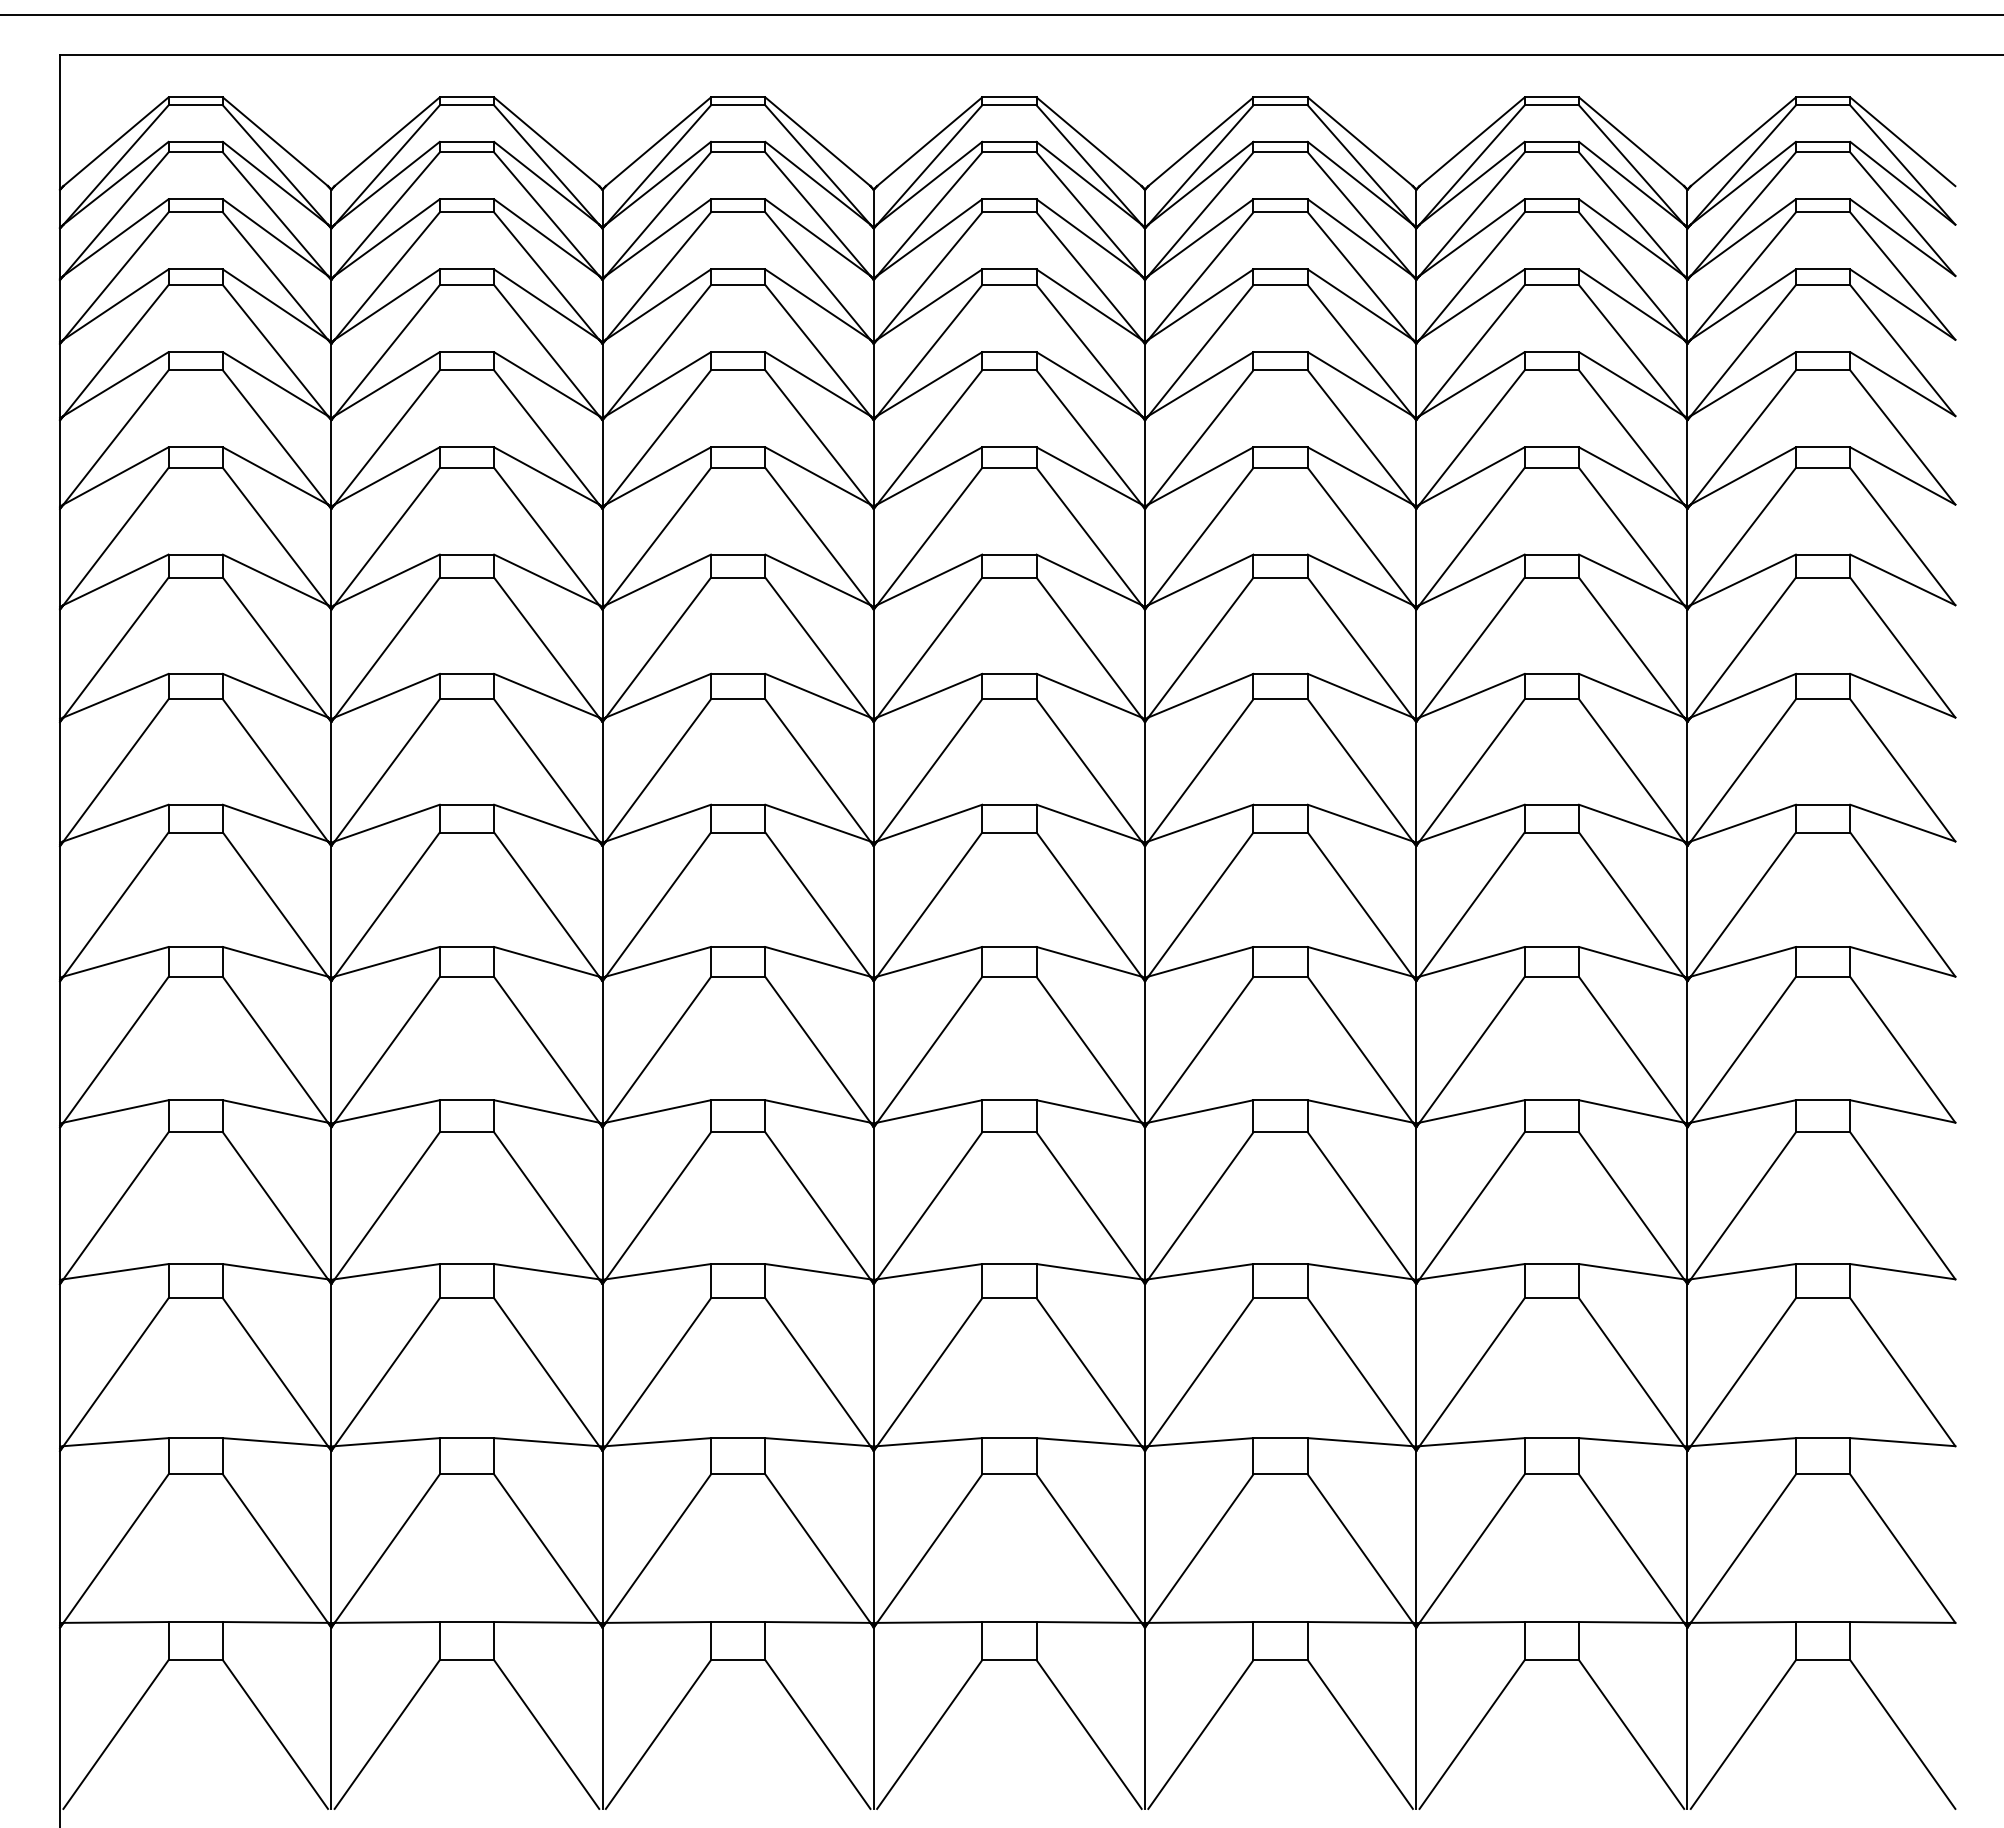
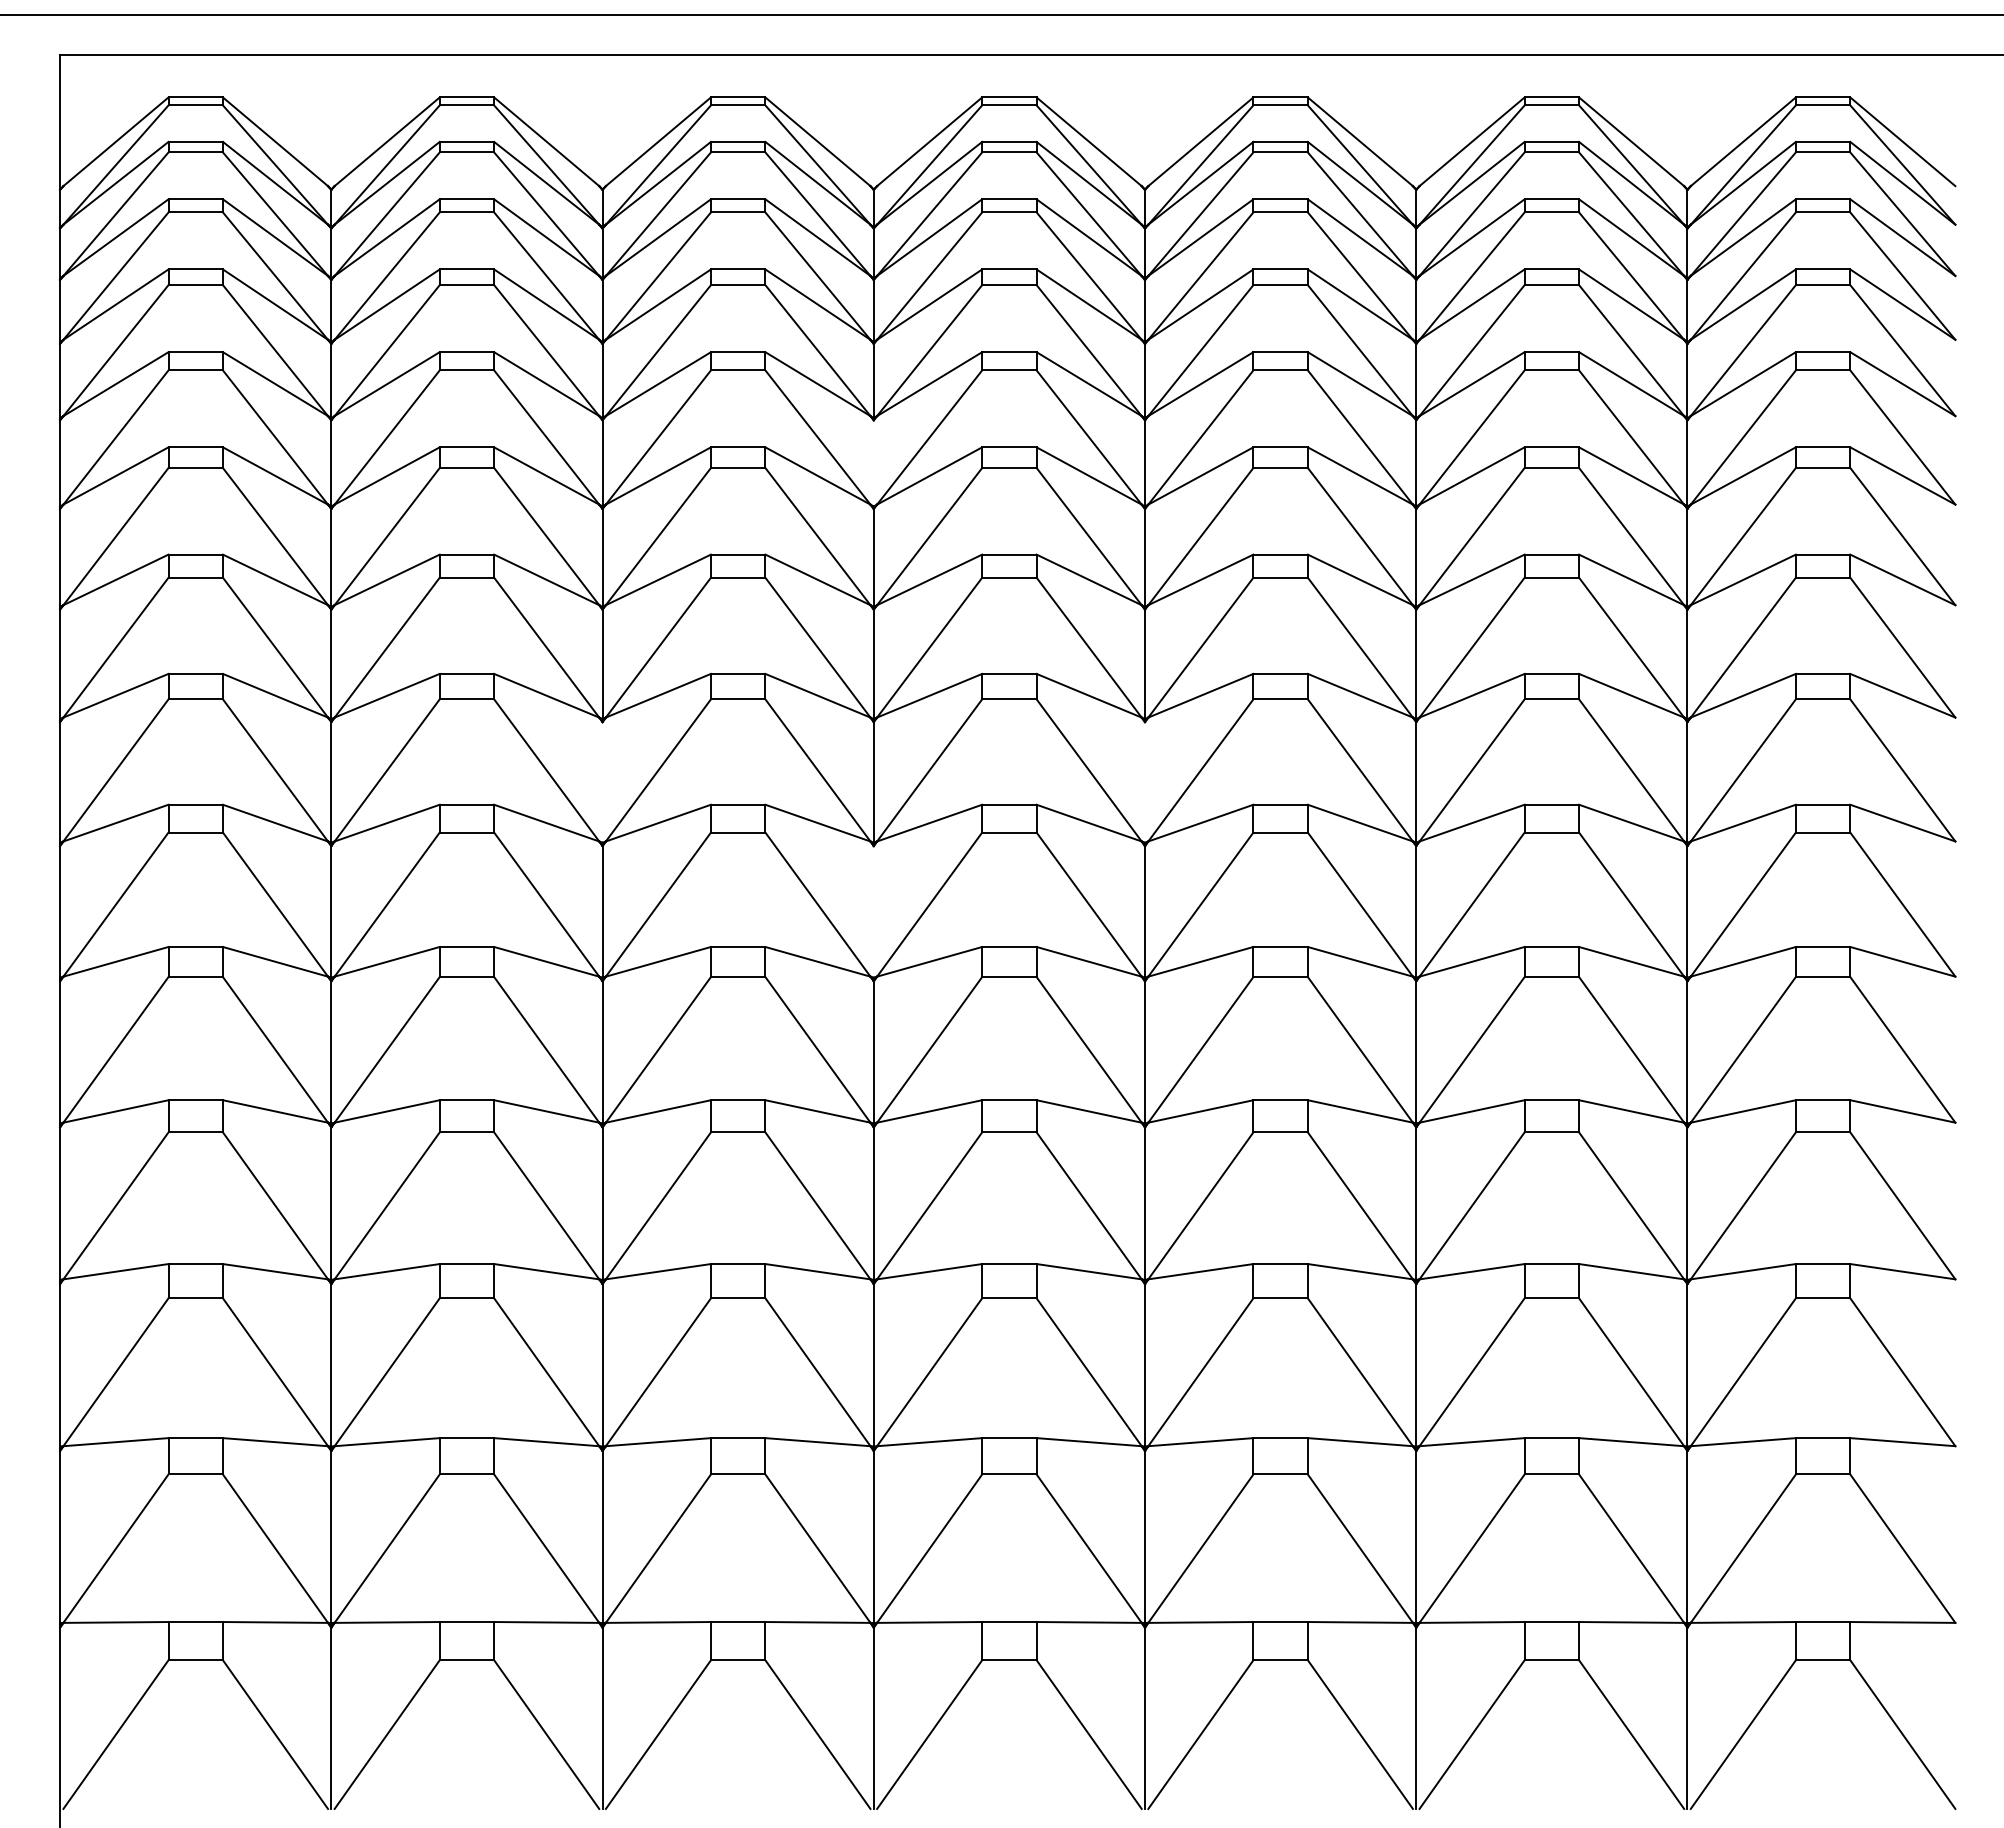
line at (873, 463): present -> none
line at (602, 782): present -> none
line at (1145, 782): present -> none
line at (873, 911): present -> none
